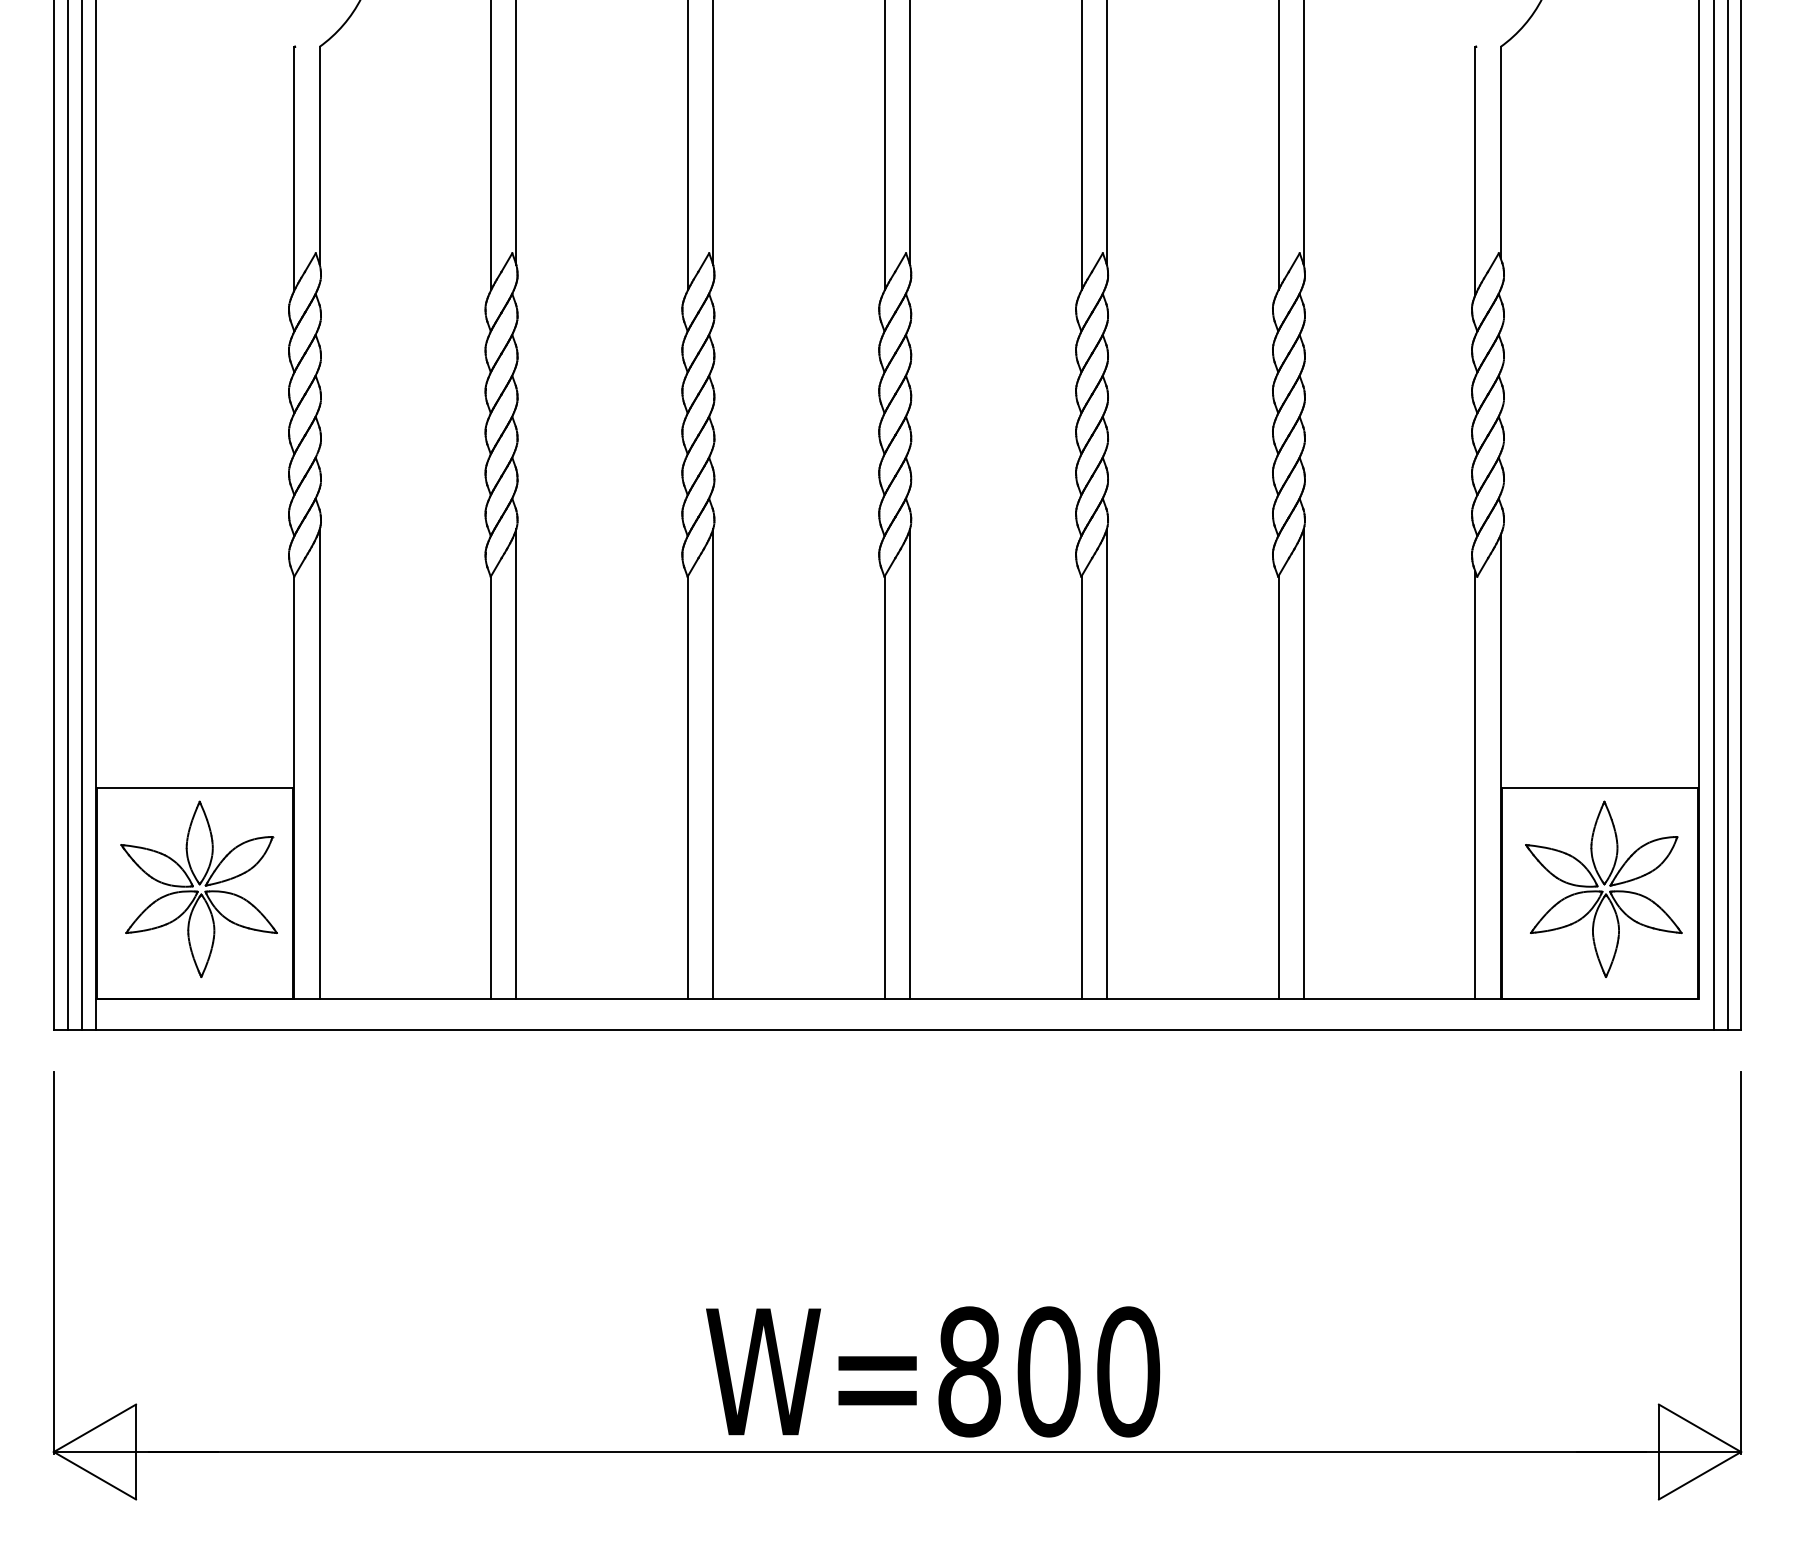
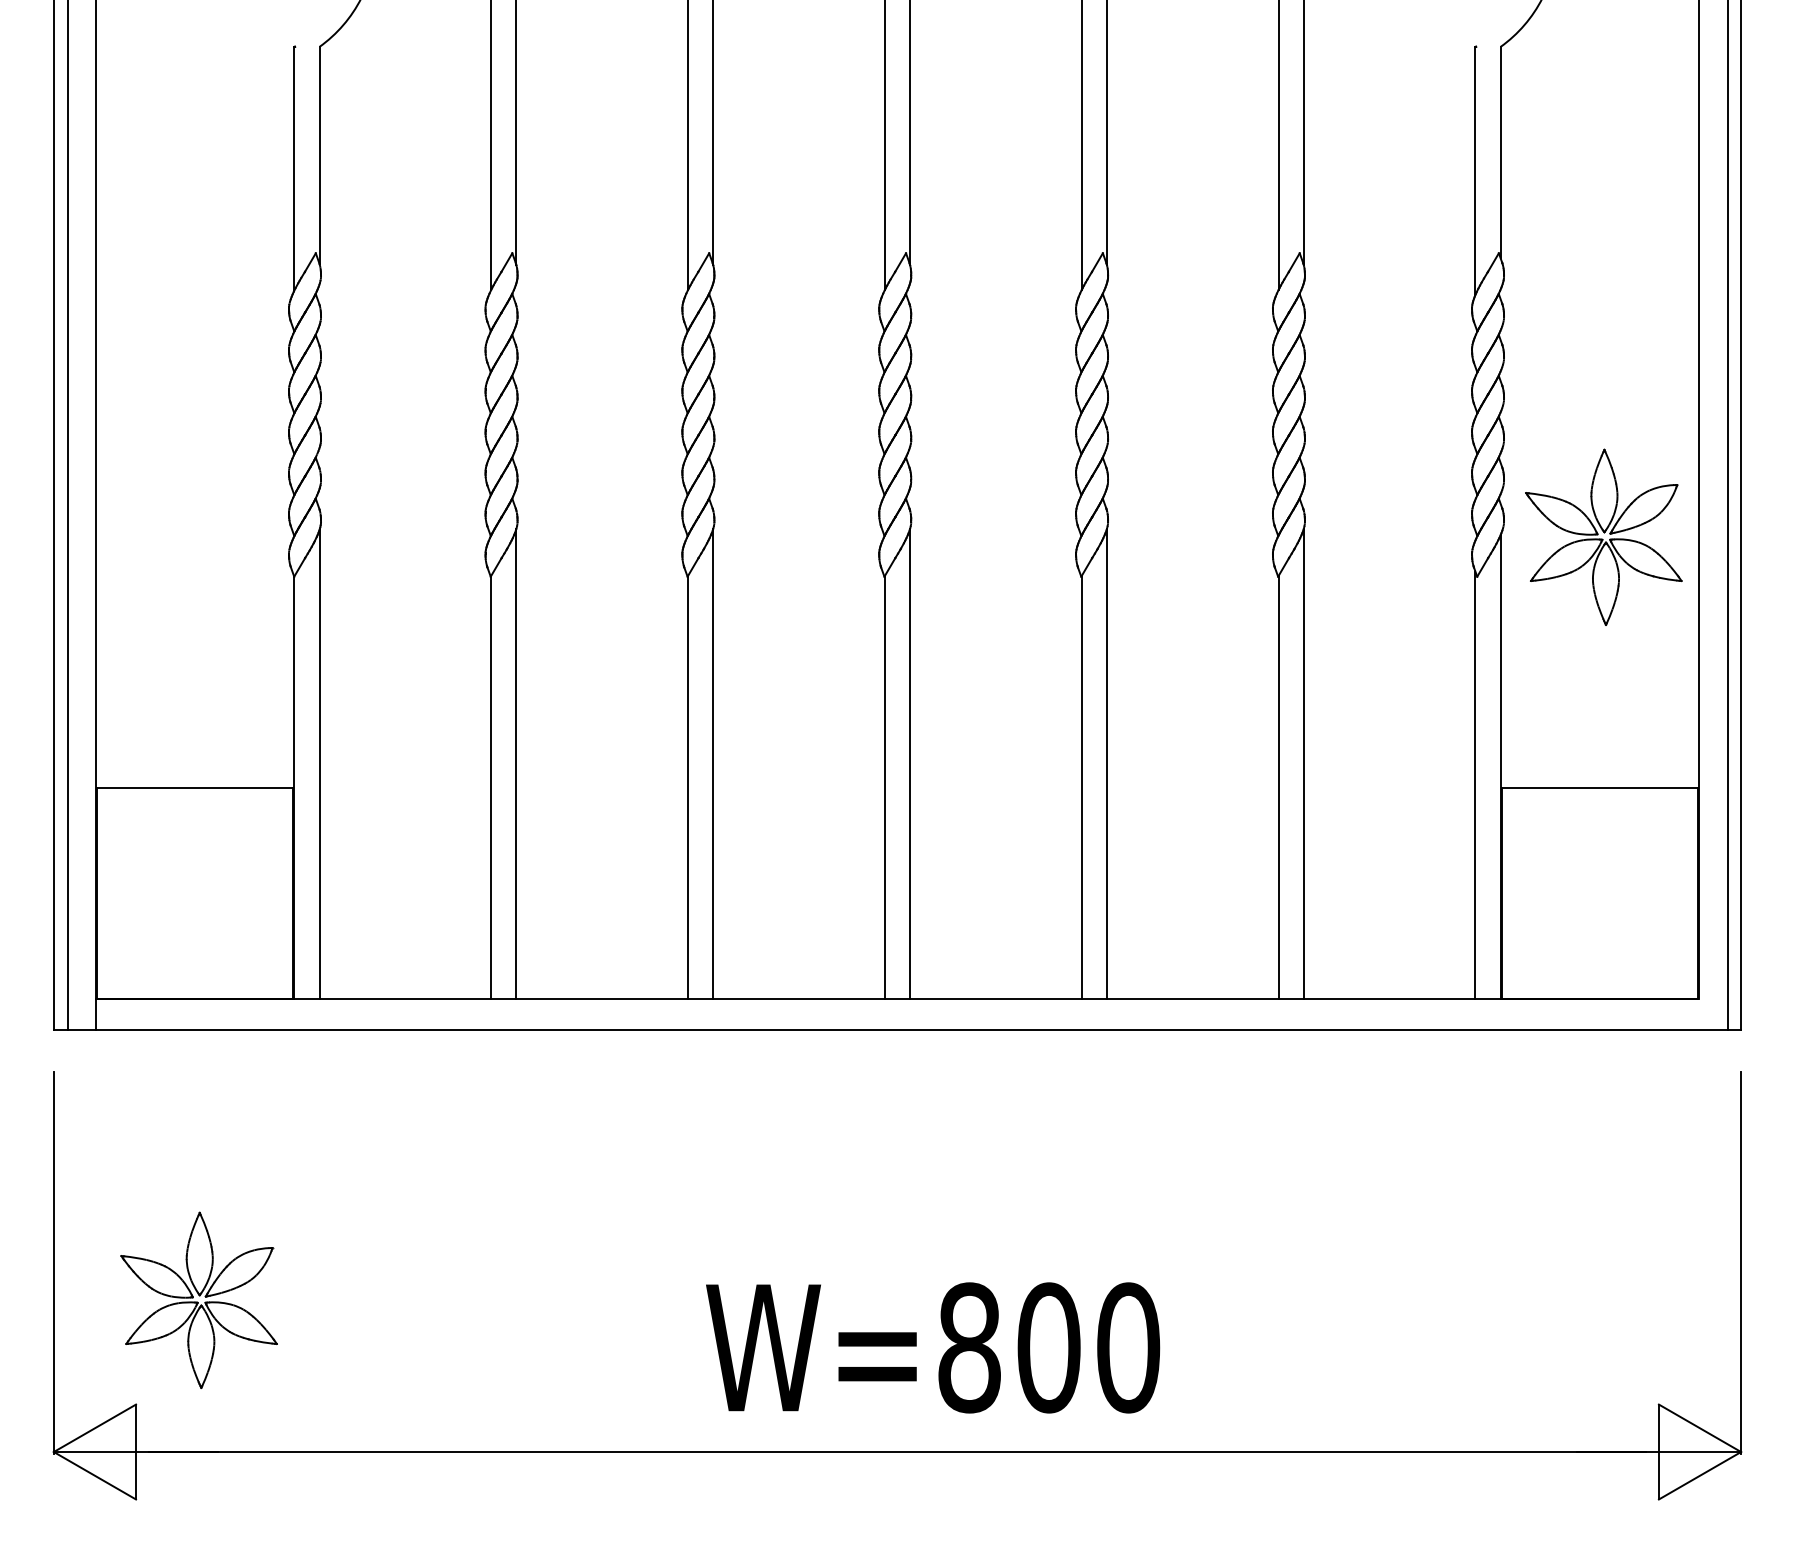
line at (82, 516): present -> none
line at (1714, 516): present -> none
part at (198, 888) position: (198, 888) -> (198, 1299)
part at (1603, 888) position: (1603, 888) -> (1603, 536)
text at (933, 1371) position: (933, 1371) -> (933, 1347)
